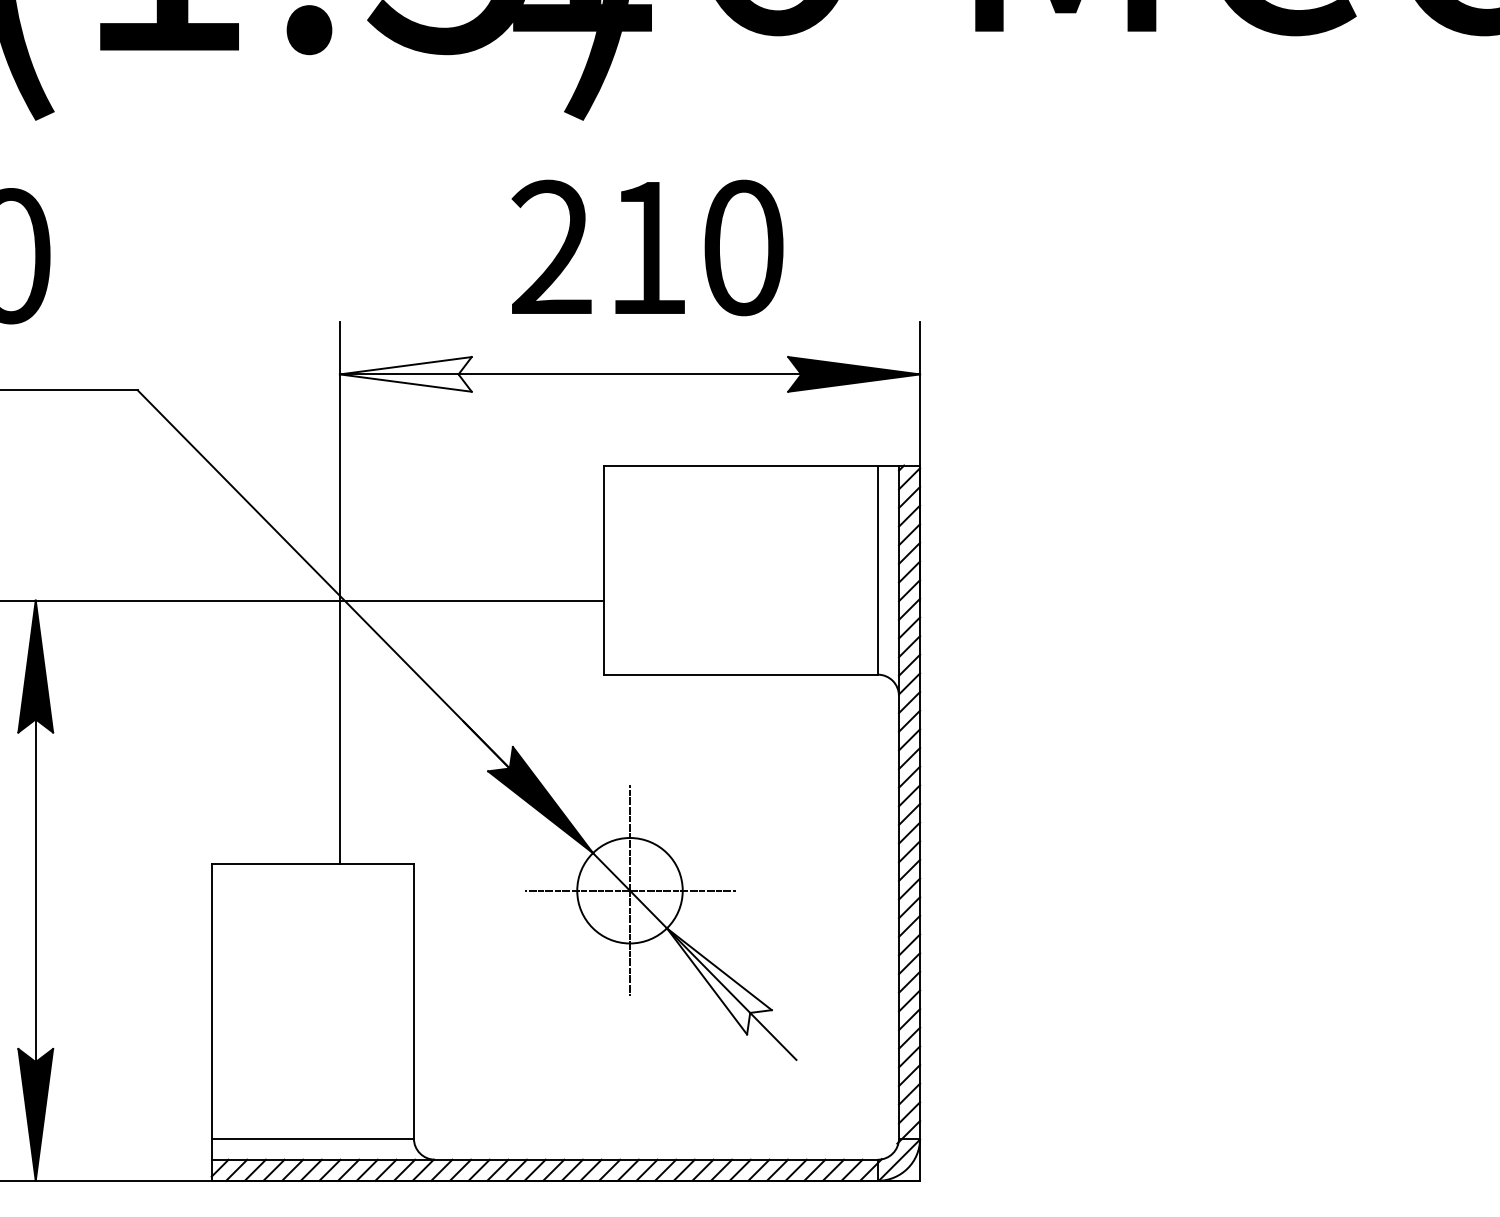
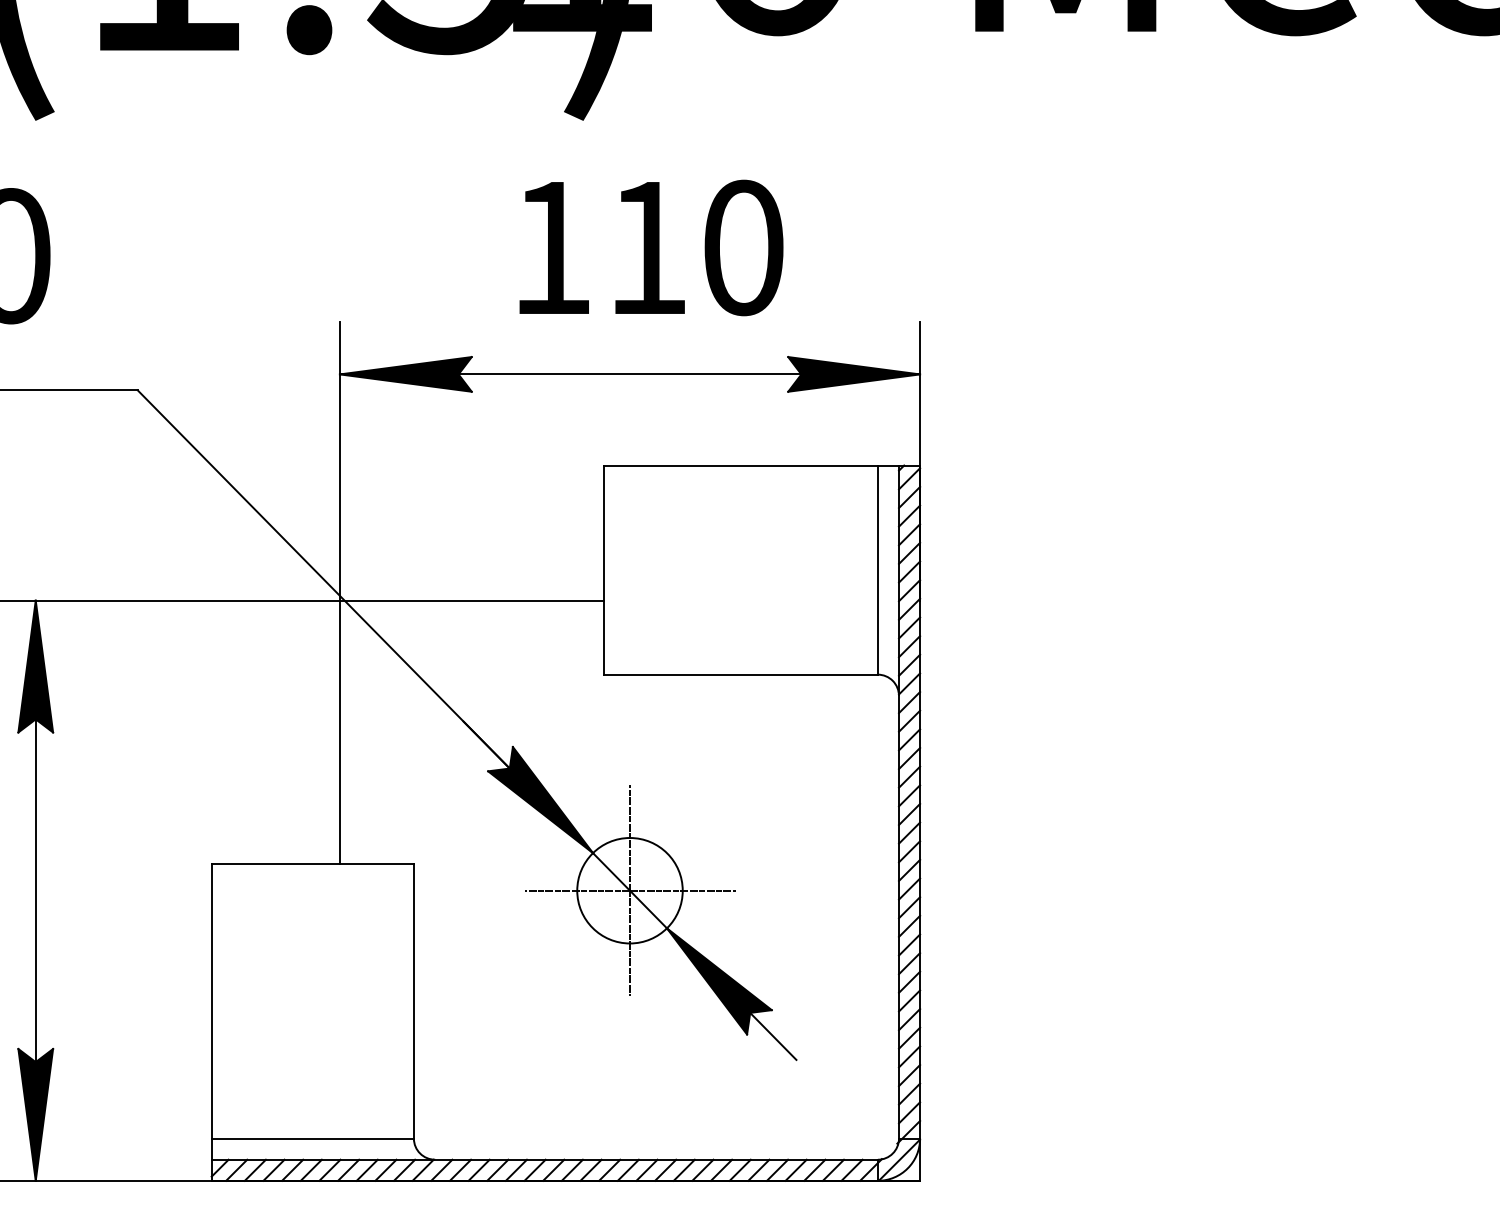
text at (551, 246): 210 -> 110
fill at (405, 374): none -> present
fill at (719, 981): none -> present
